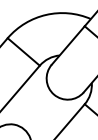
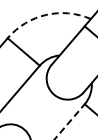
arc at (46, 14): solid -> dashed
line at (69, 121): solid -> dashed
